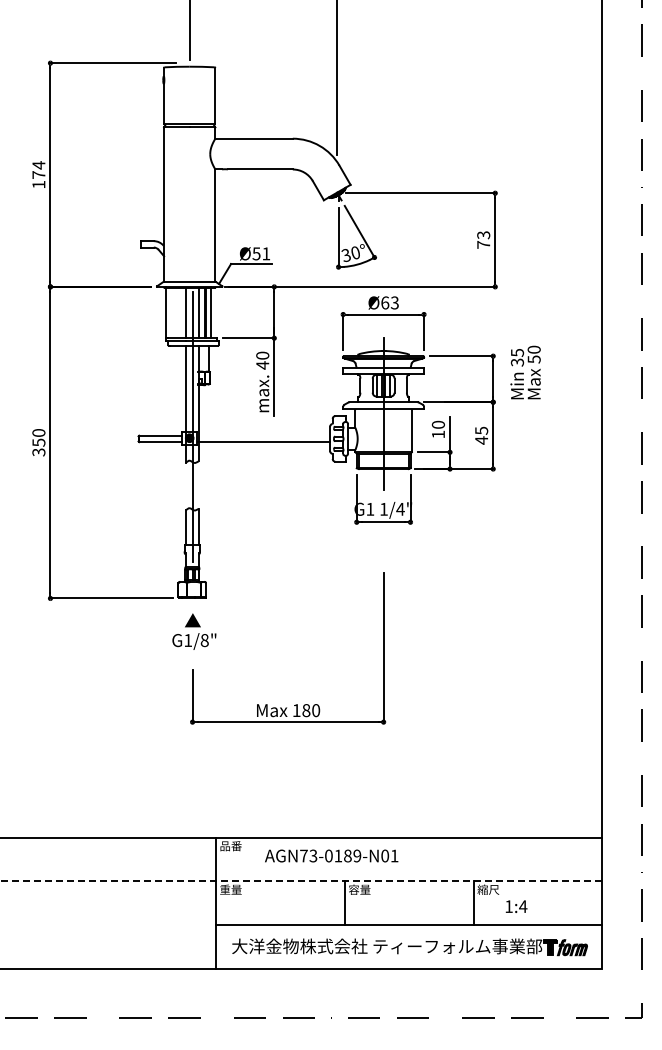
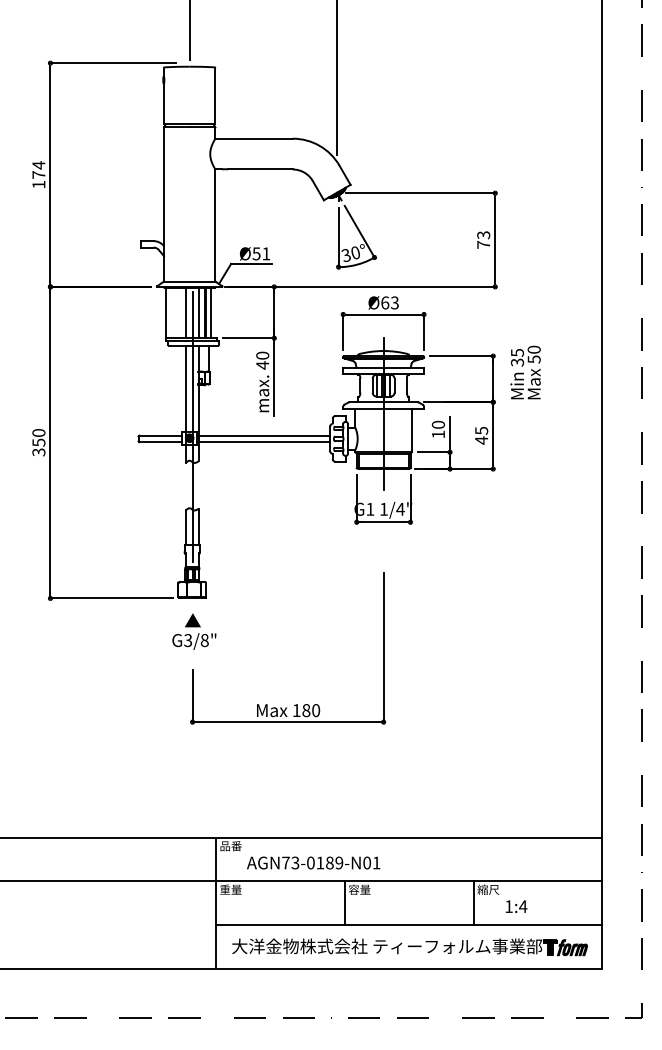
line at (264, 435): none -> present
text at (188, 640): G1/8" -> G3/8"
text at (331, 855) position: (331, 855) -> (313, 862)
line at (301, 881): dashed -> solid
